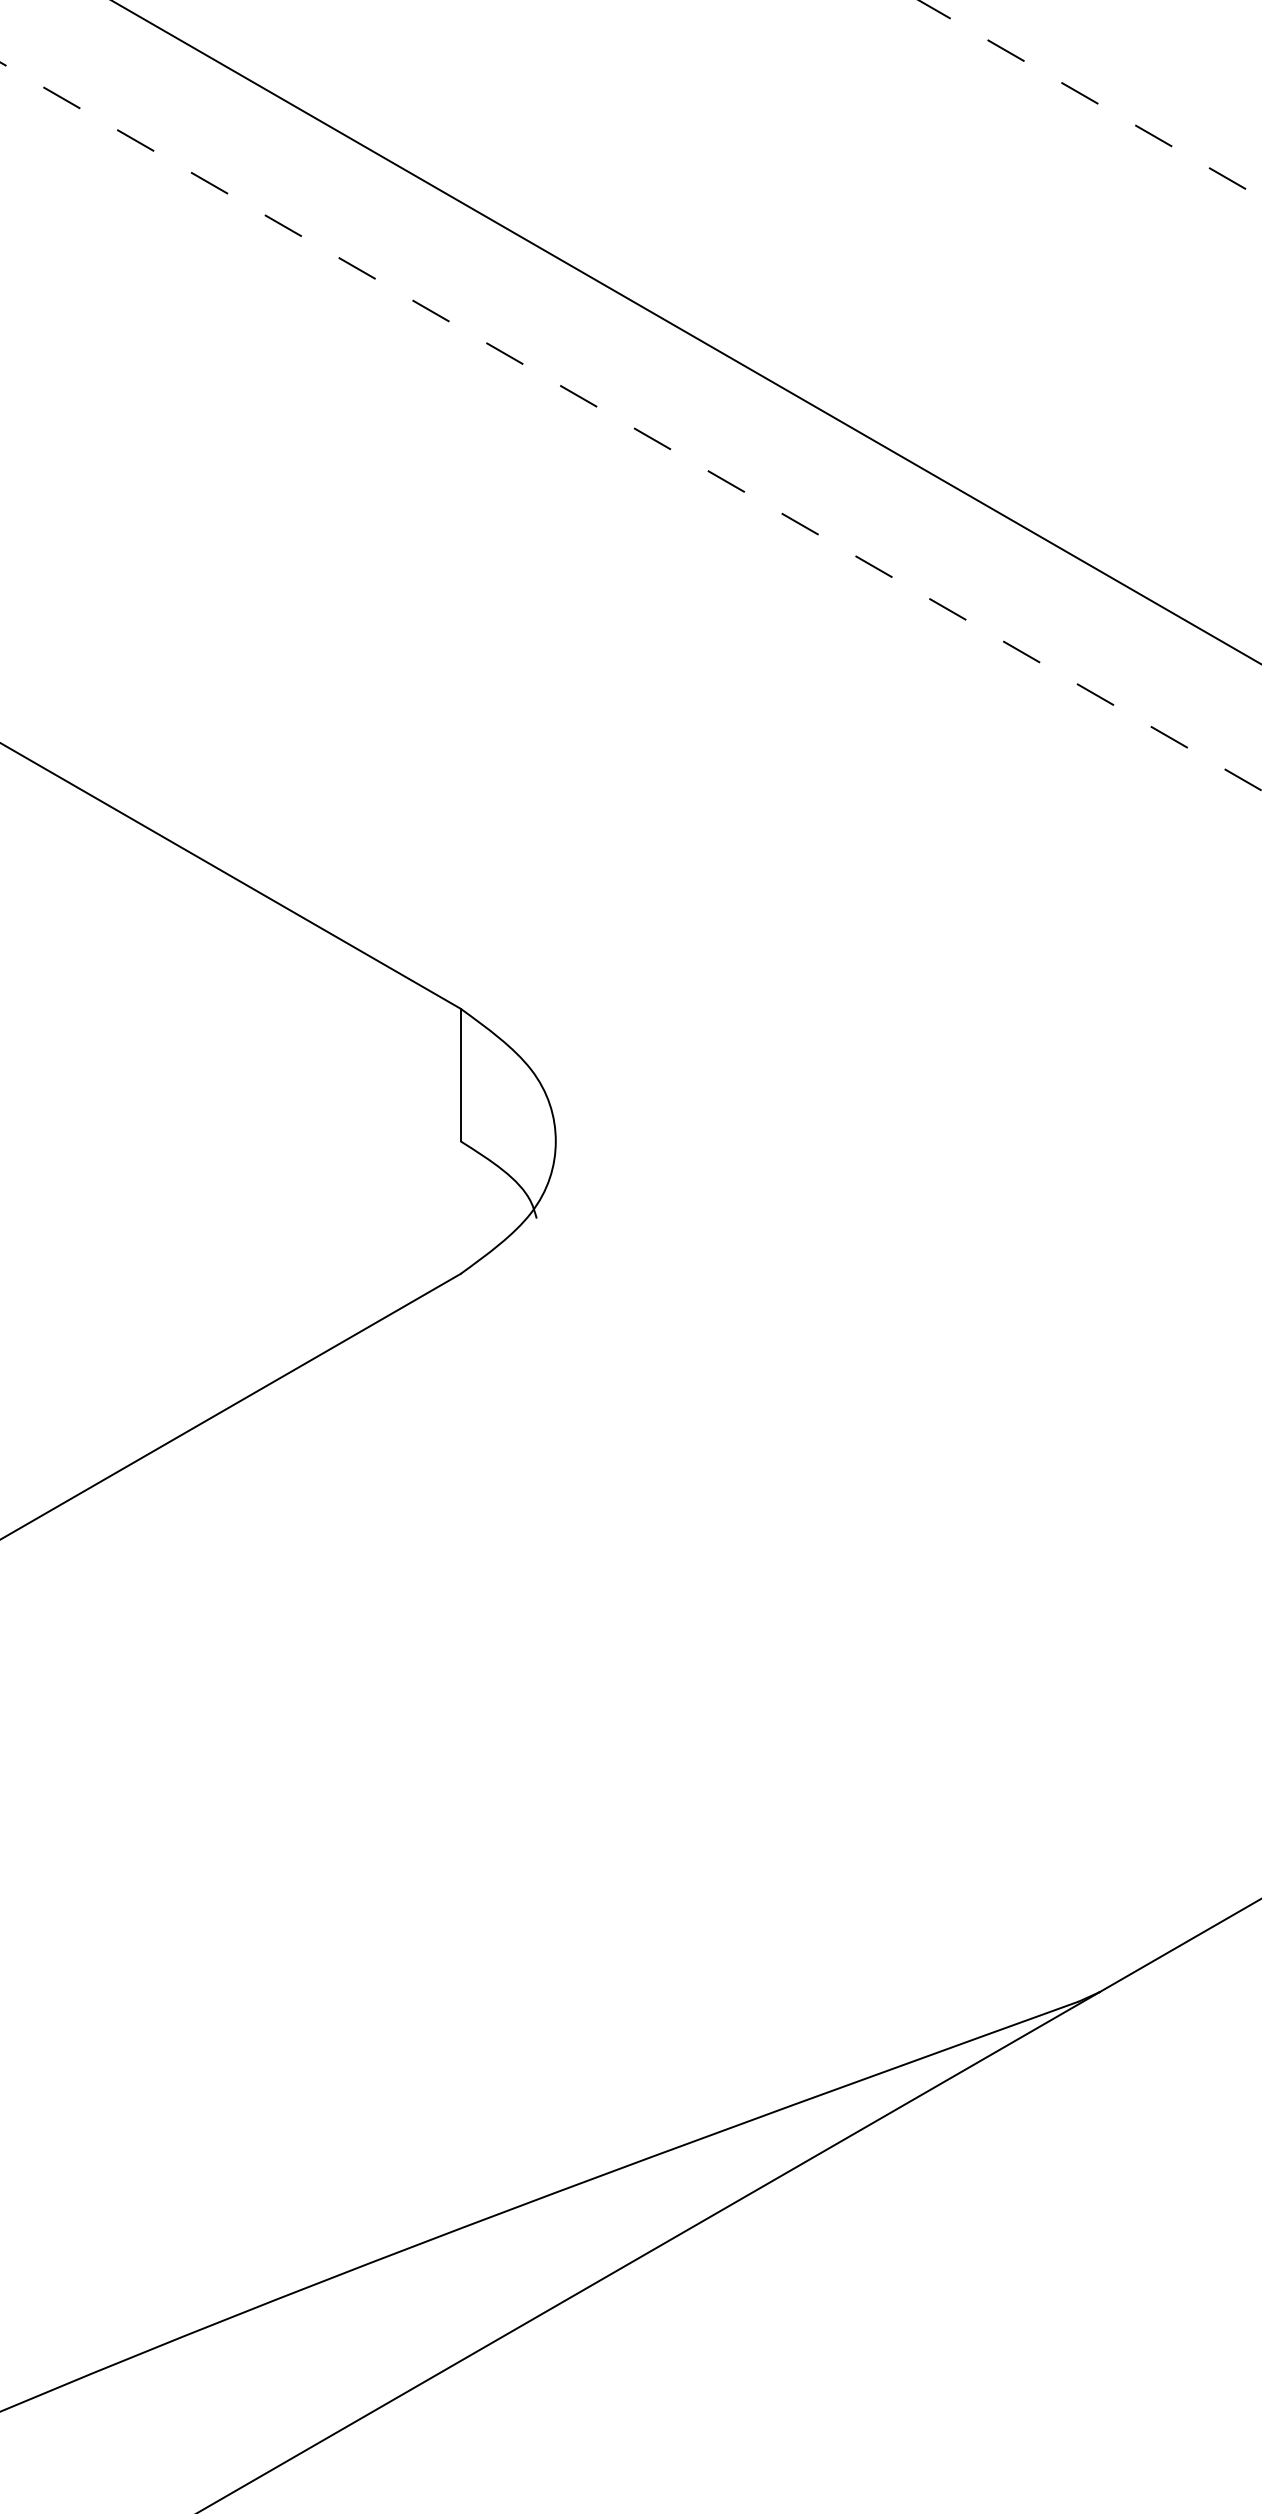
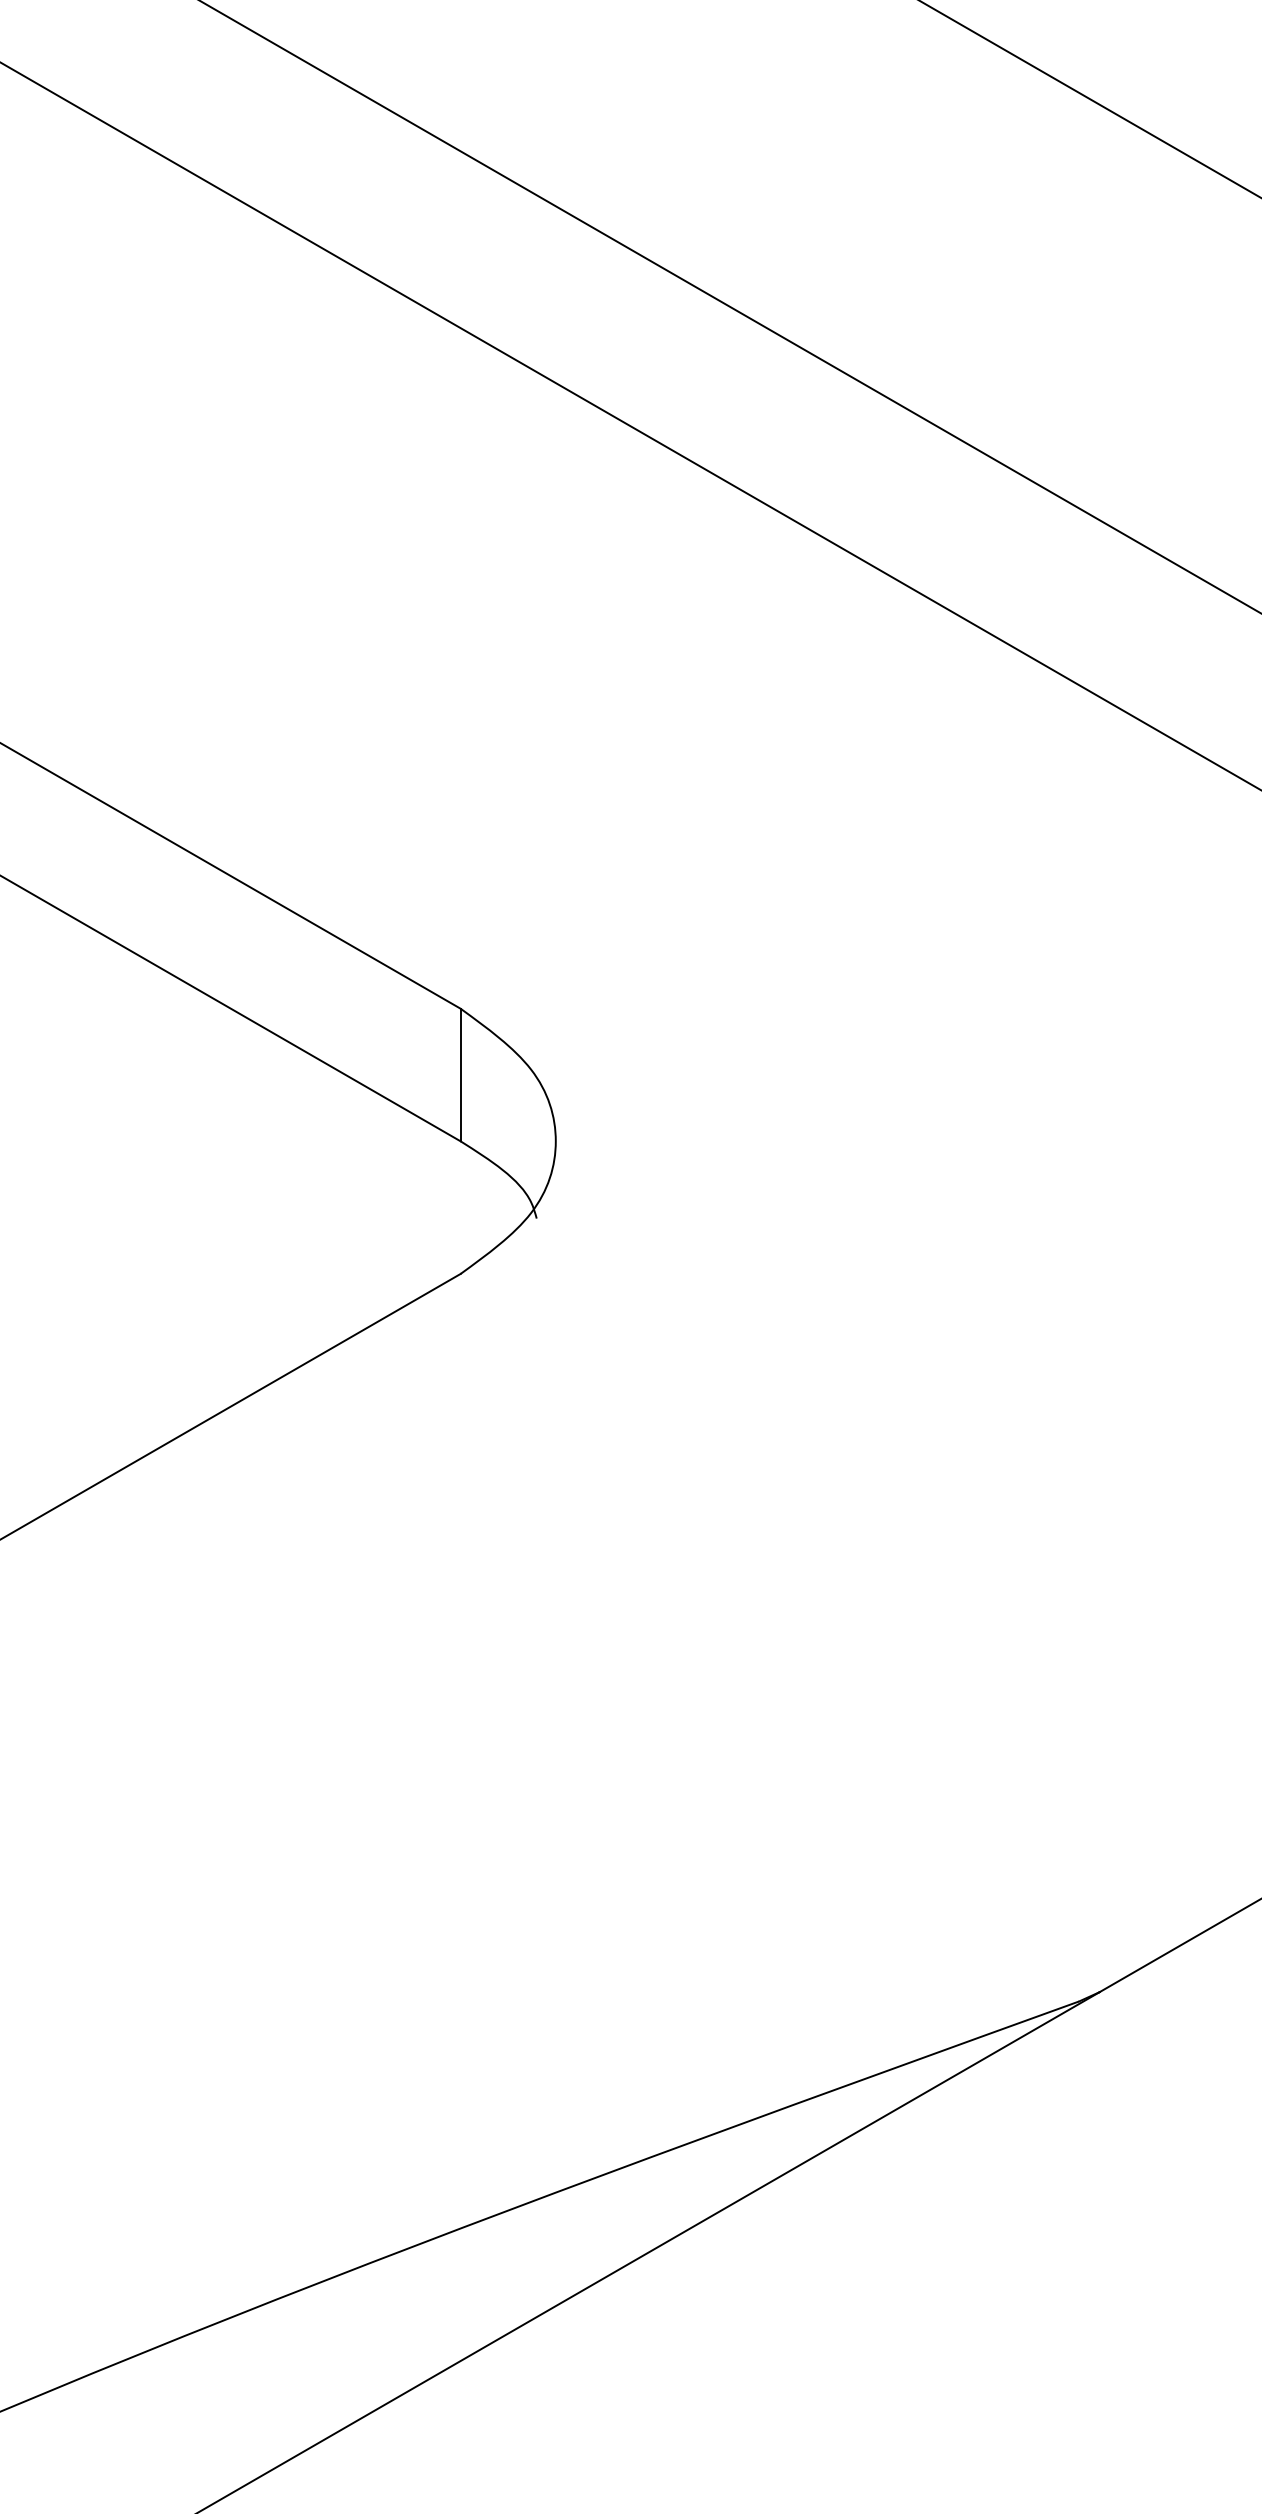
line at (1089, 99): dashed -> solid
line at (686, 332) position: (686, 332) -> (729, 306)
line at (630, 426): dashed -> solid
line at (231, 1008): none -> present
